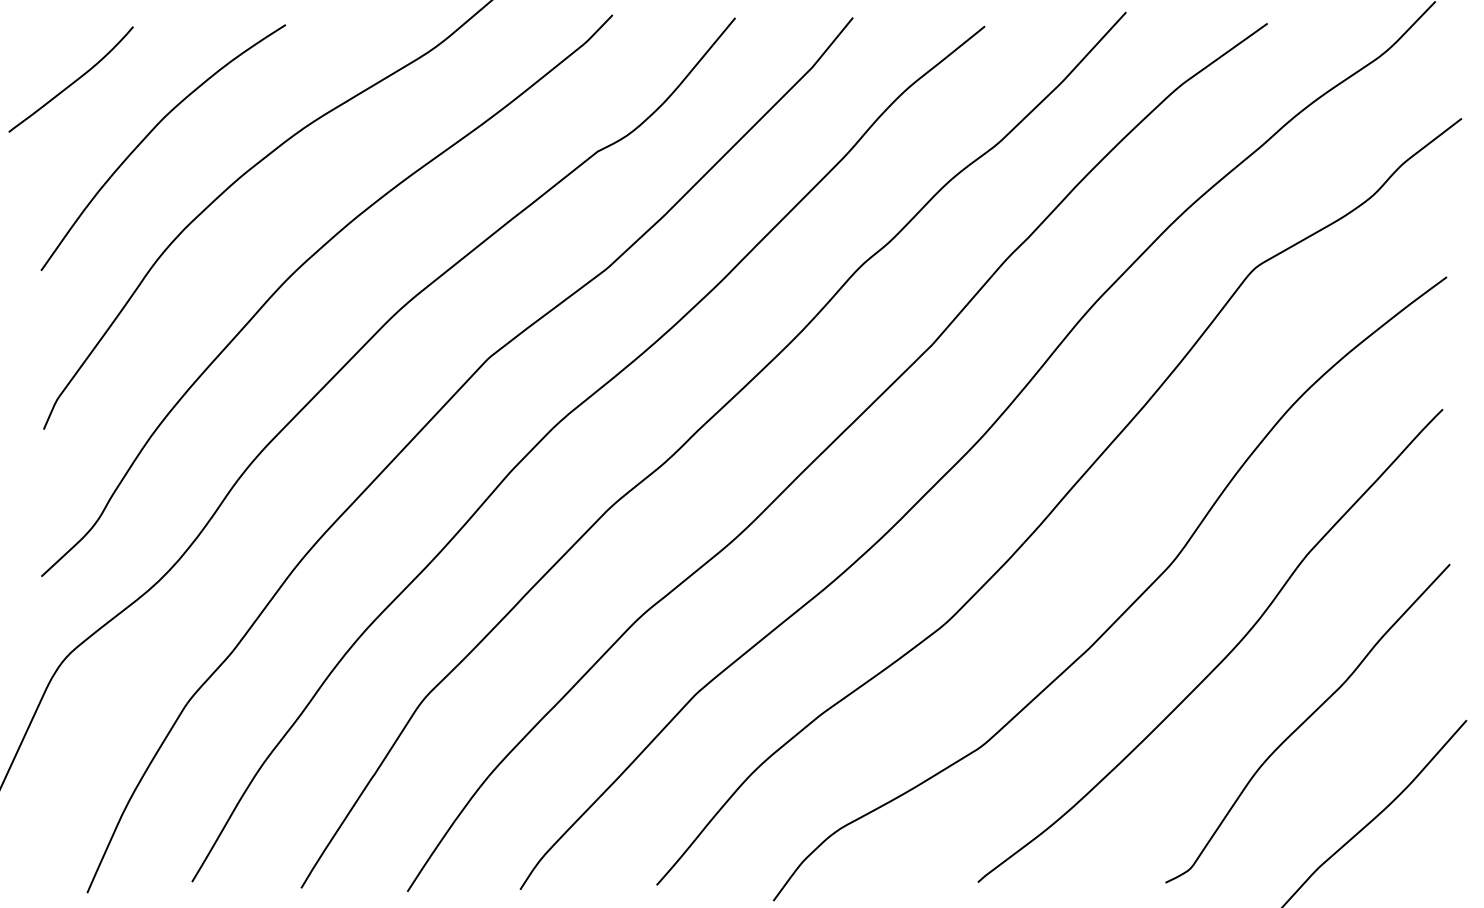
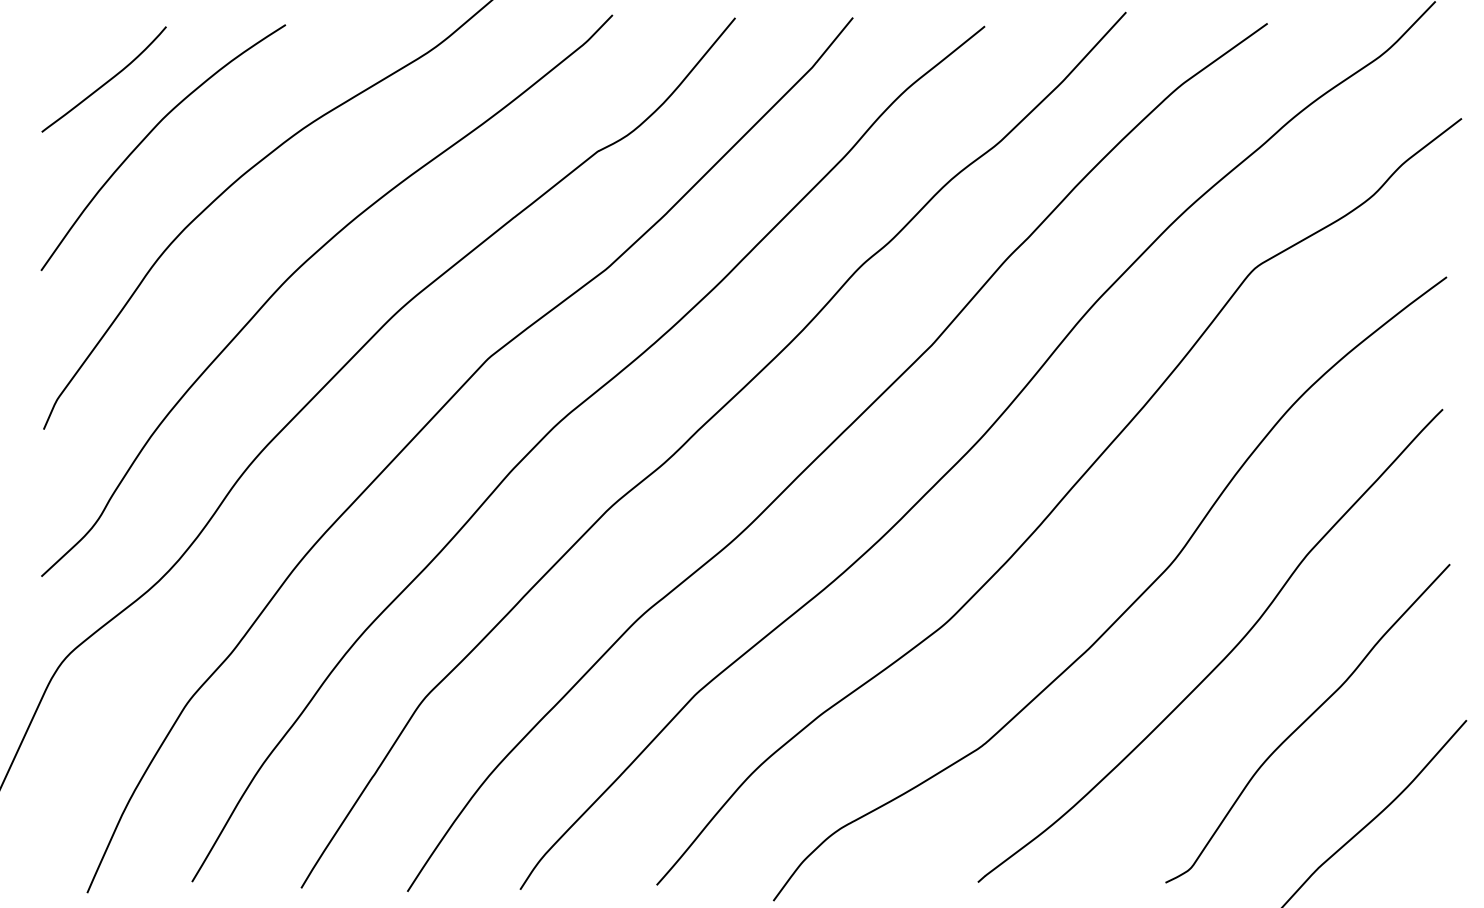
curve at (73, 81) position: (73, 81) -> (106, 81)
